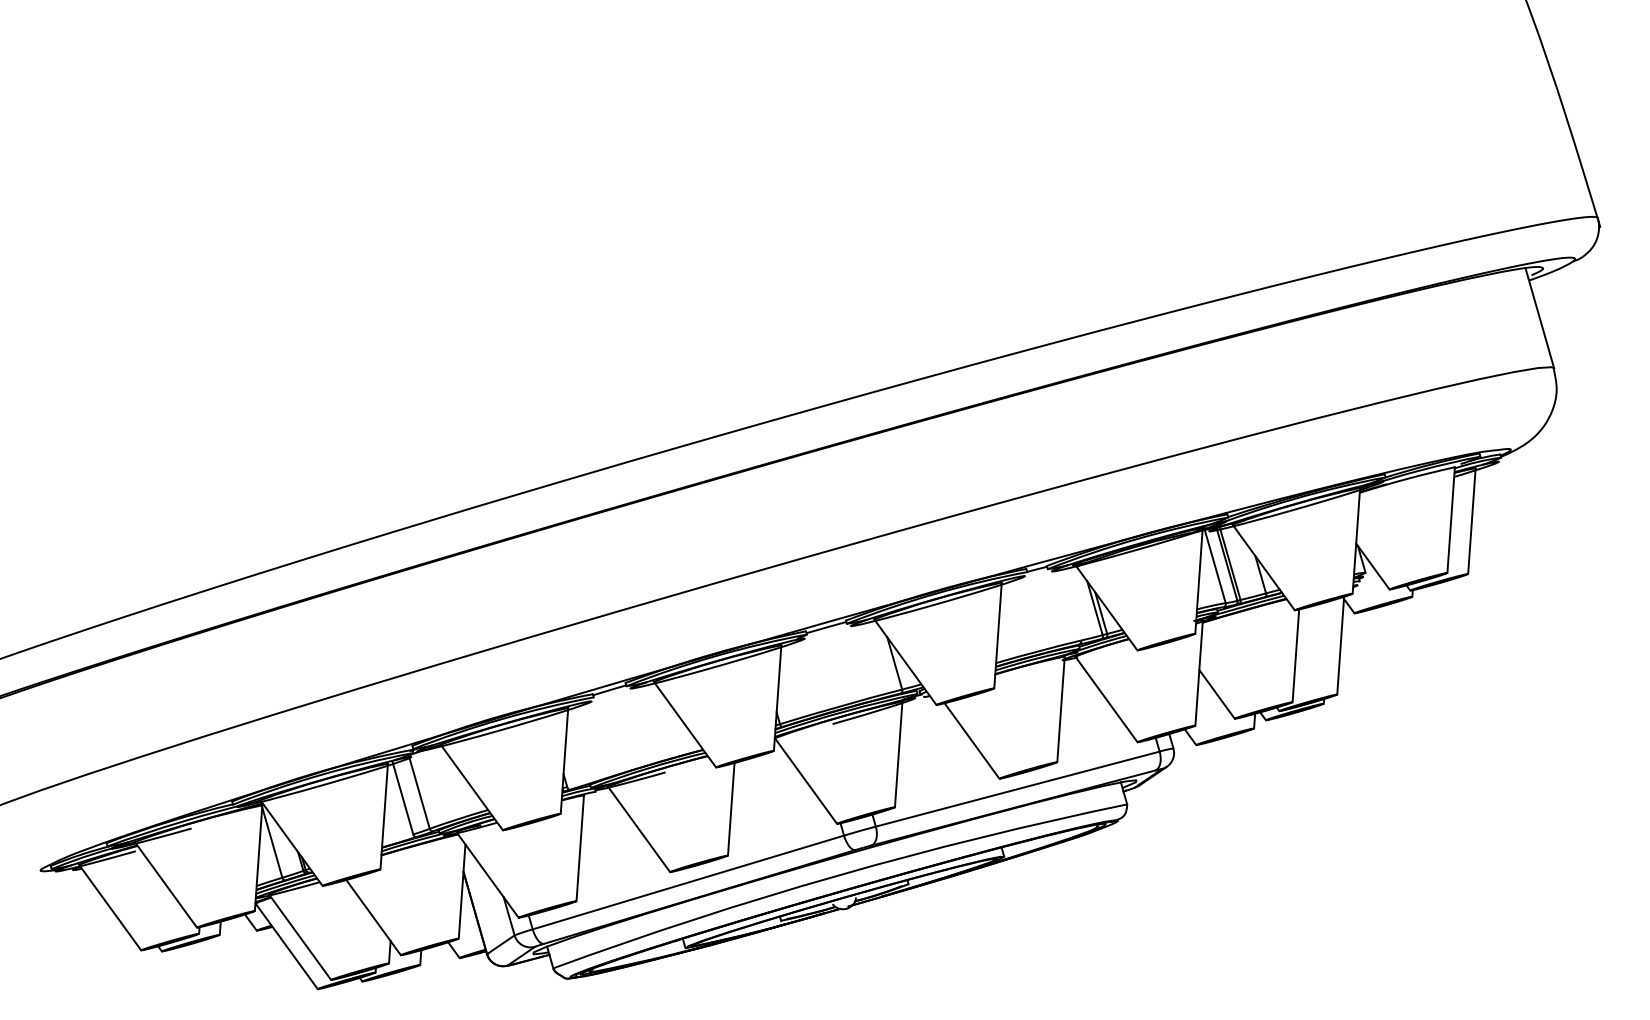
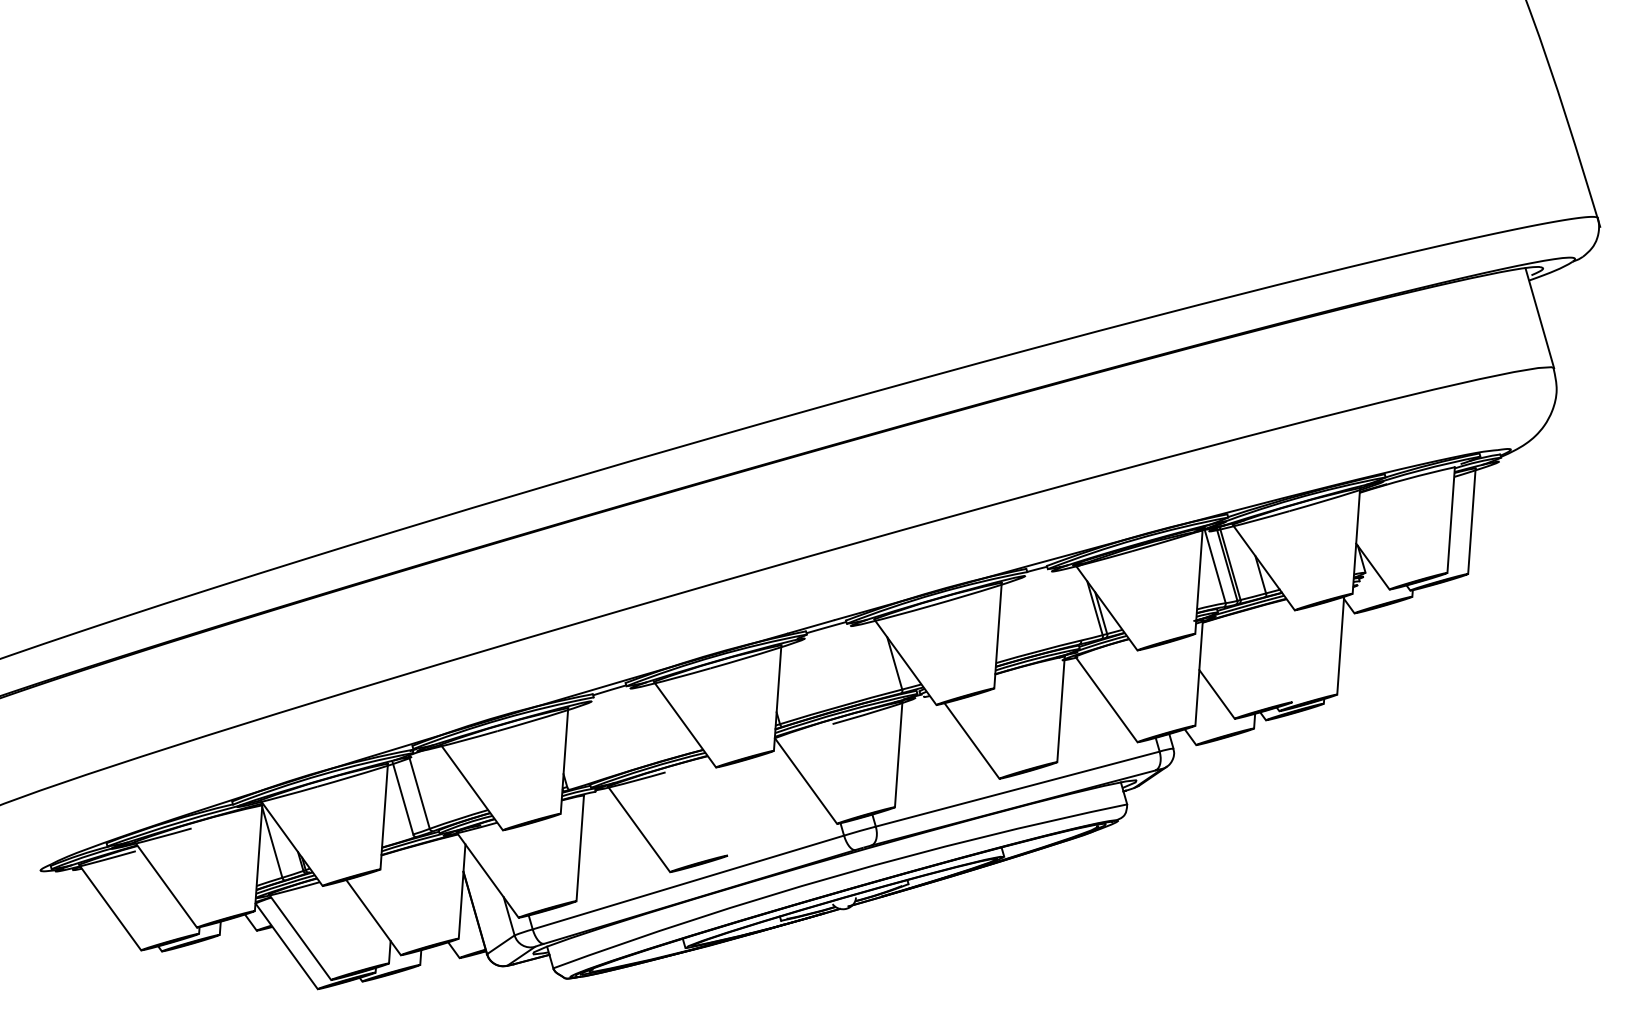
line at (1295, 655): present -> none
line at (731, 809): present -> none
